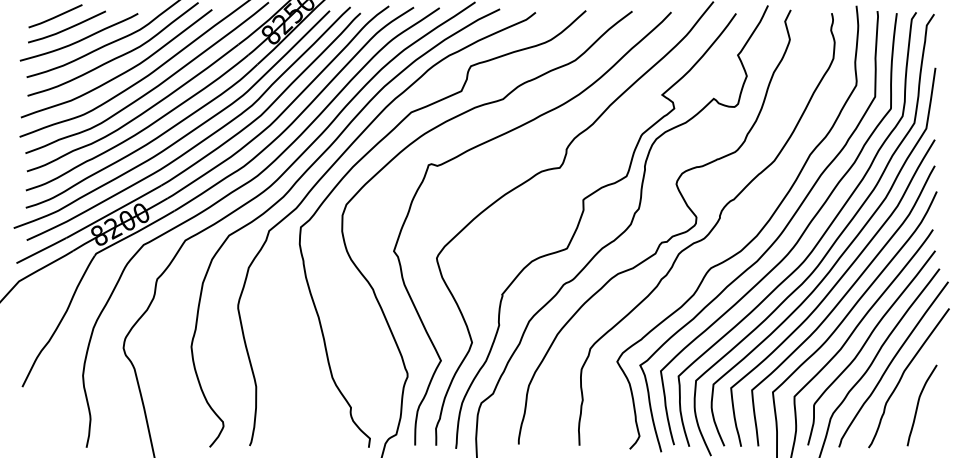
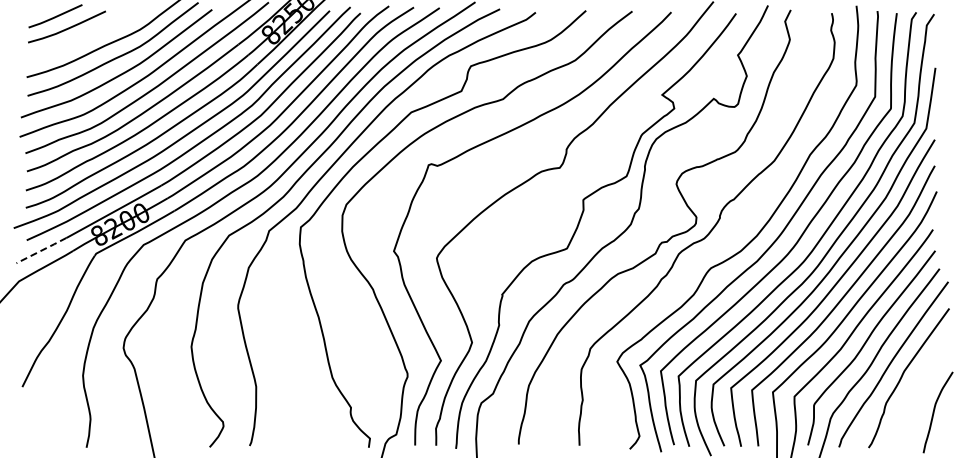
curve at (80, 39): present -> none
line at (41, 250): solid -> dashed
curve at (918, 405) position: (918, 405) -> (934, 412)
